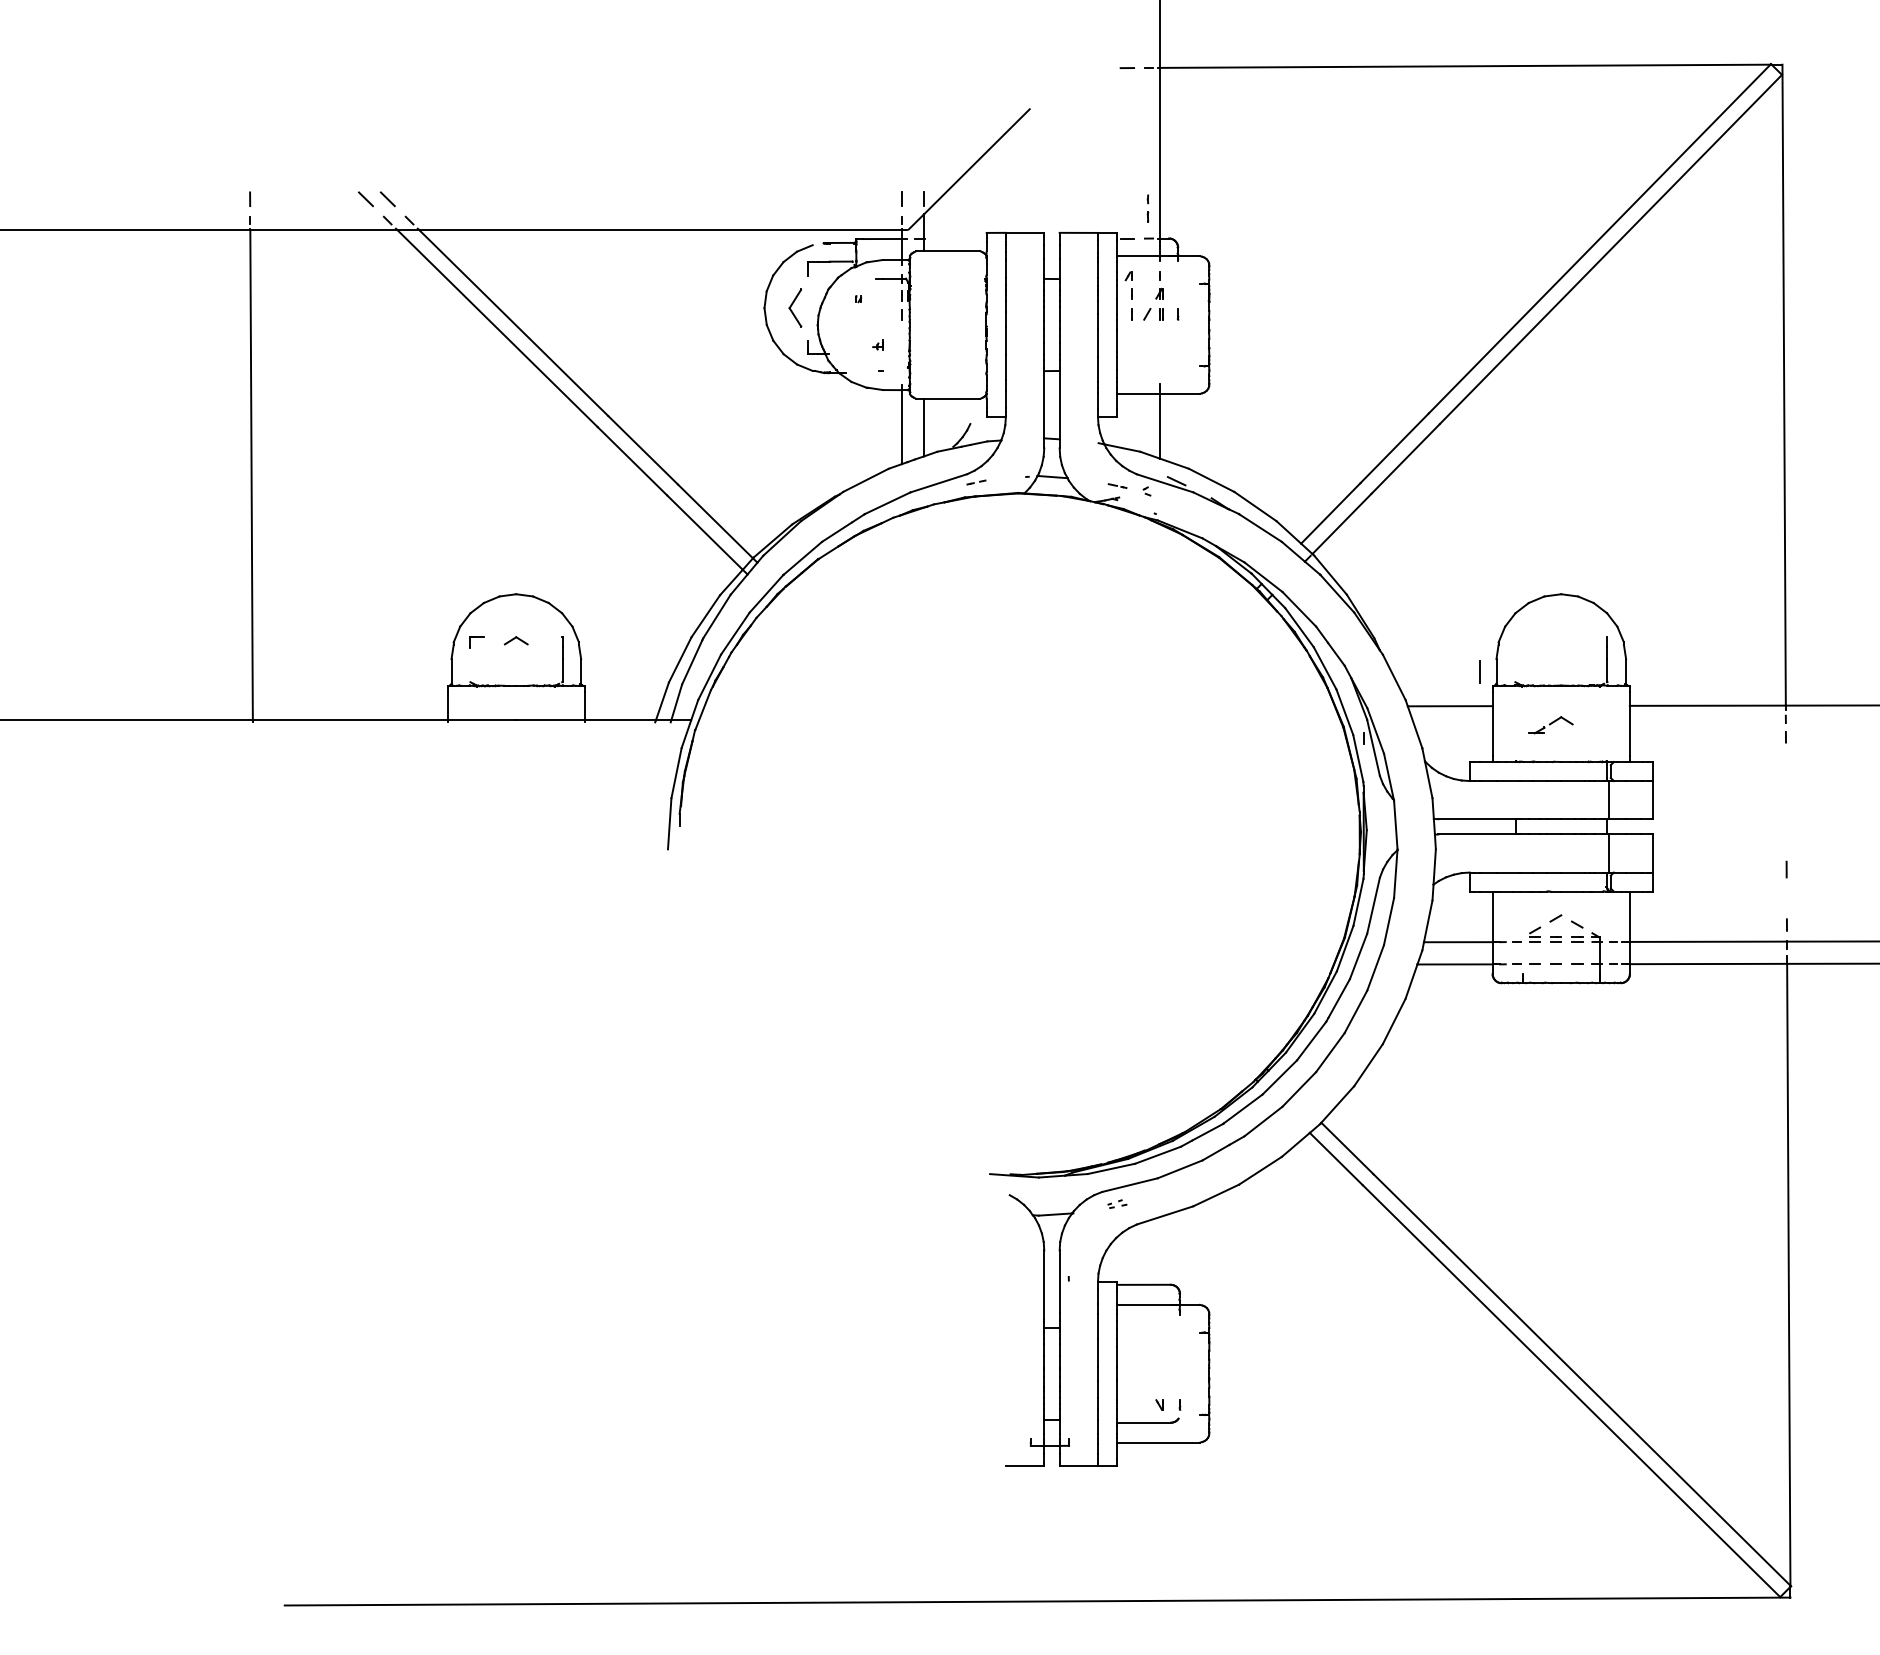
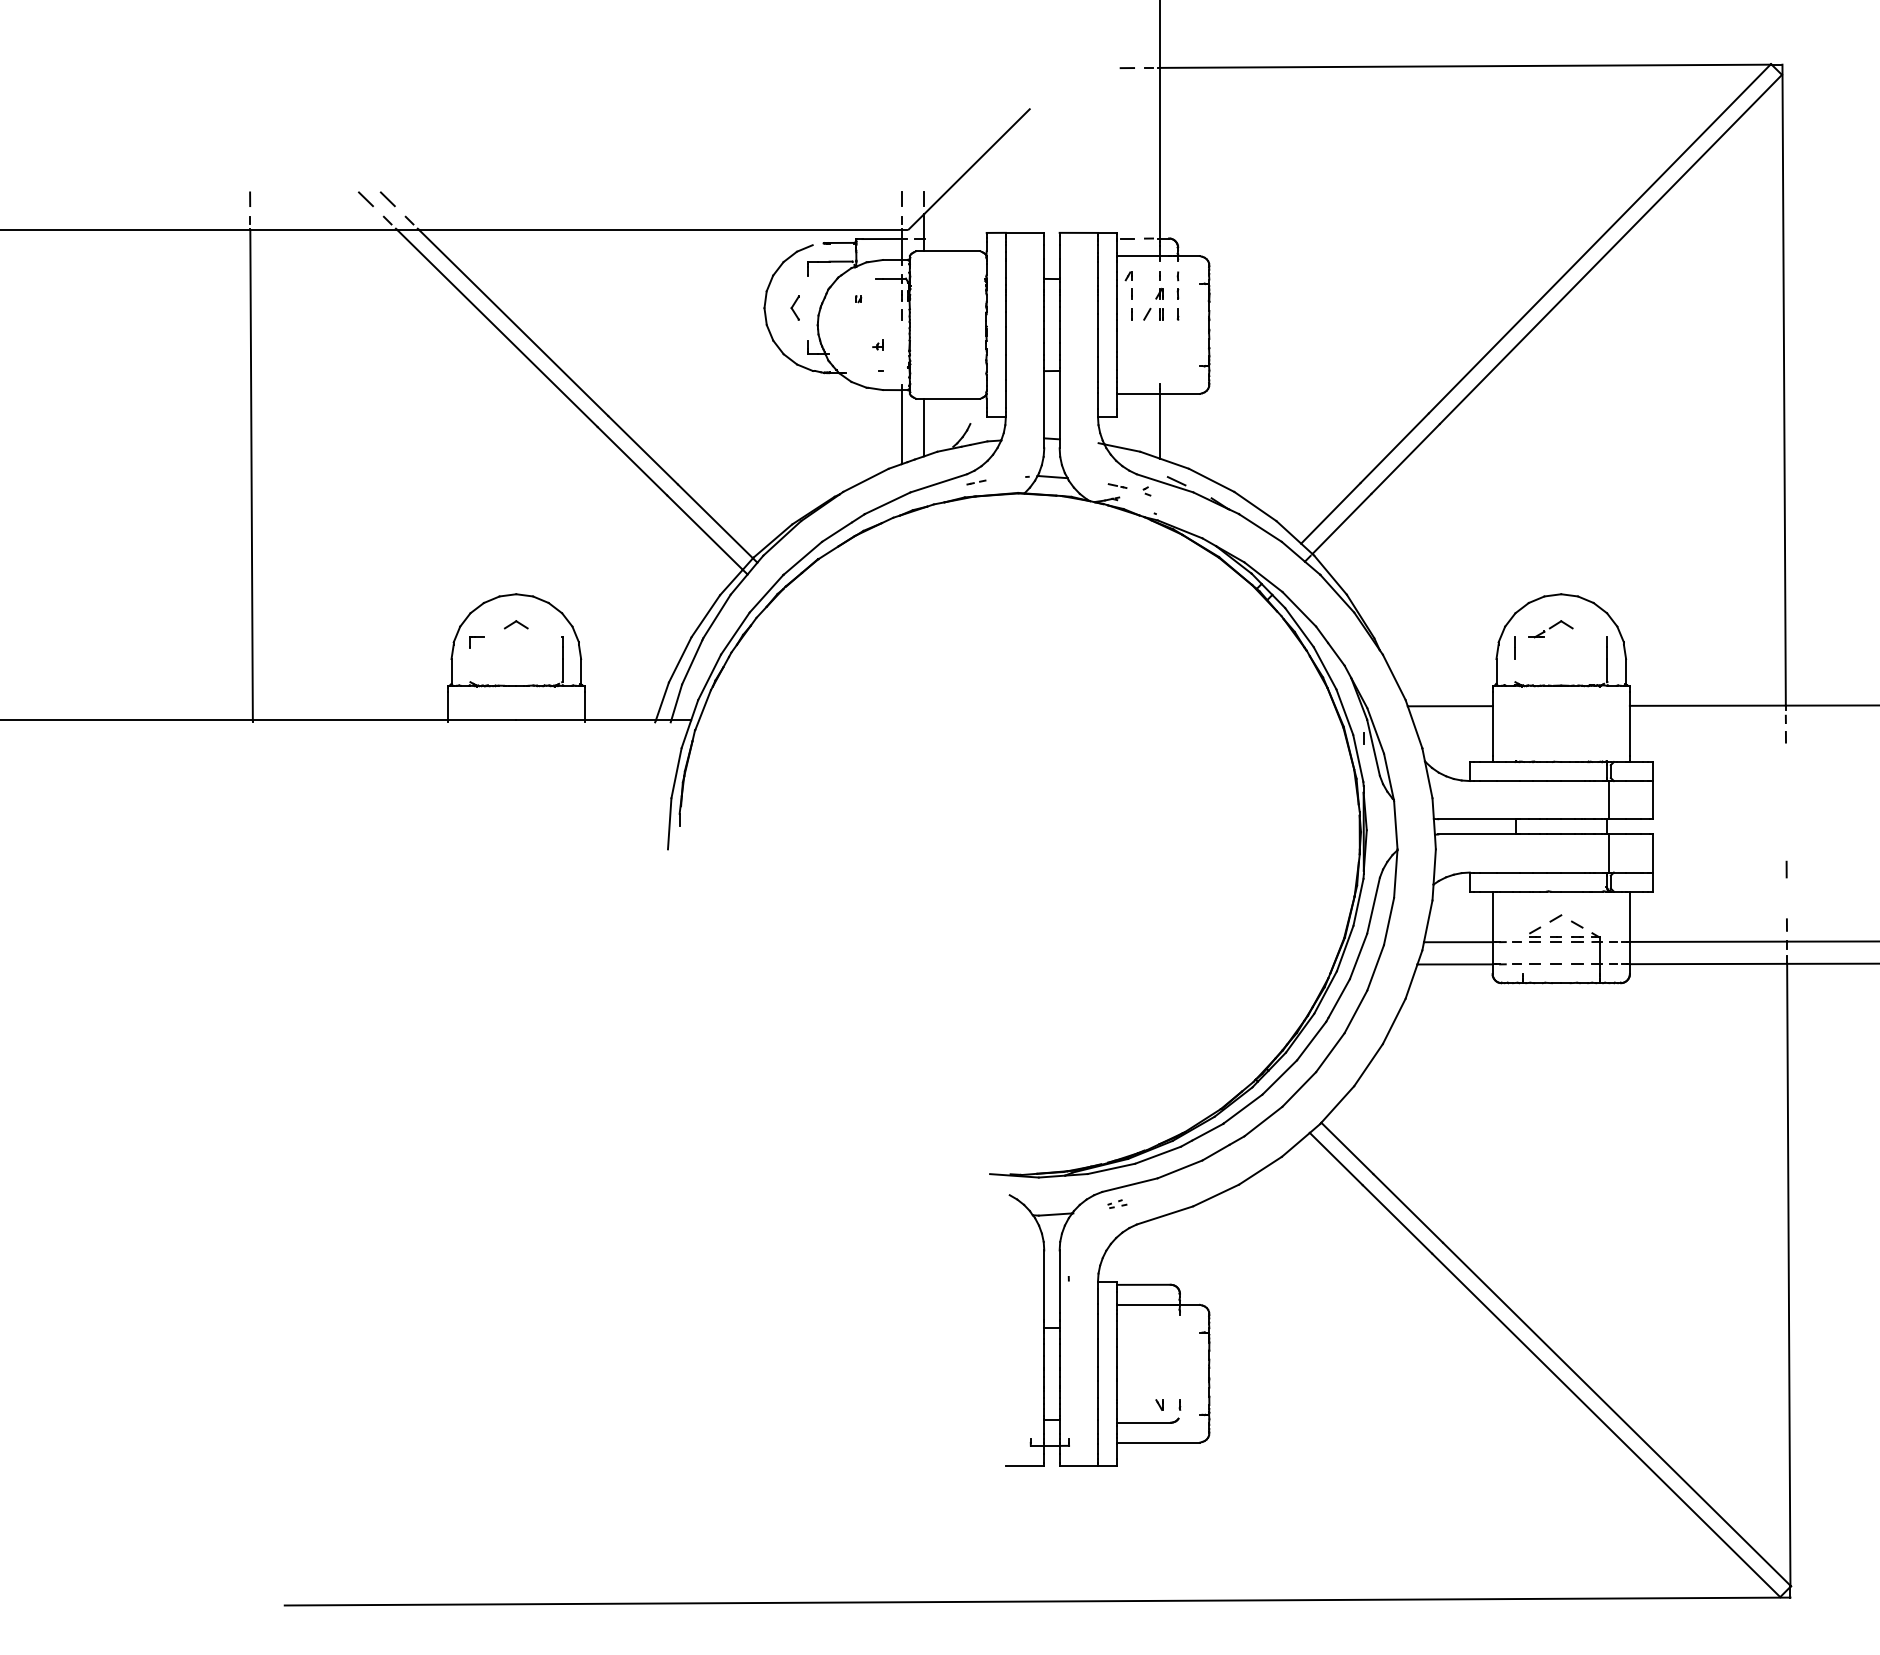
part at (1147, 208) position: (1147, 208) -> (1177, 285)
part at (795, 307) size: 15x40 px -> 10x26 px
part at (515, 640) position: (515, 640) -> (515, 624)
line at (1479, 671) position: (1479, 671) -> (1514, 647)
part at (1550, 725) position: (1550, 725) -> (1550, 629)
